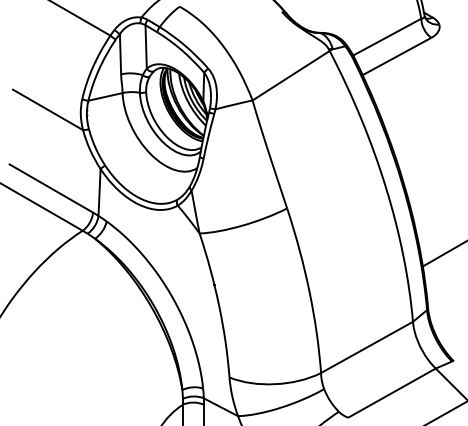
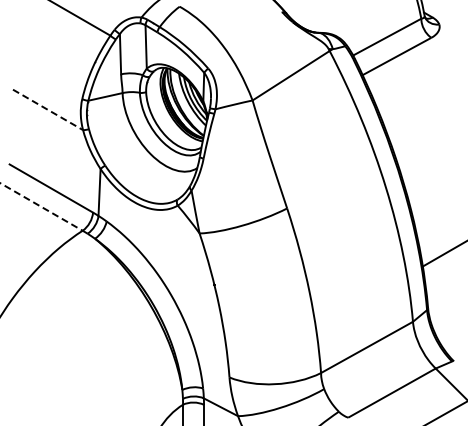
line at (48, 110): solid -> dashed
line at (41, 206): solid -> dashed
